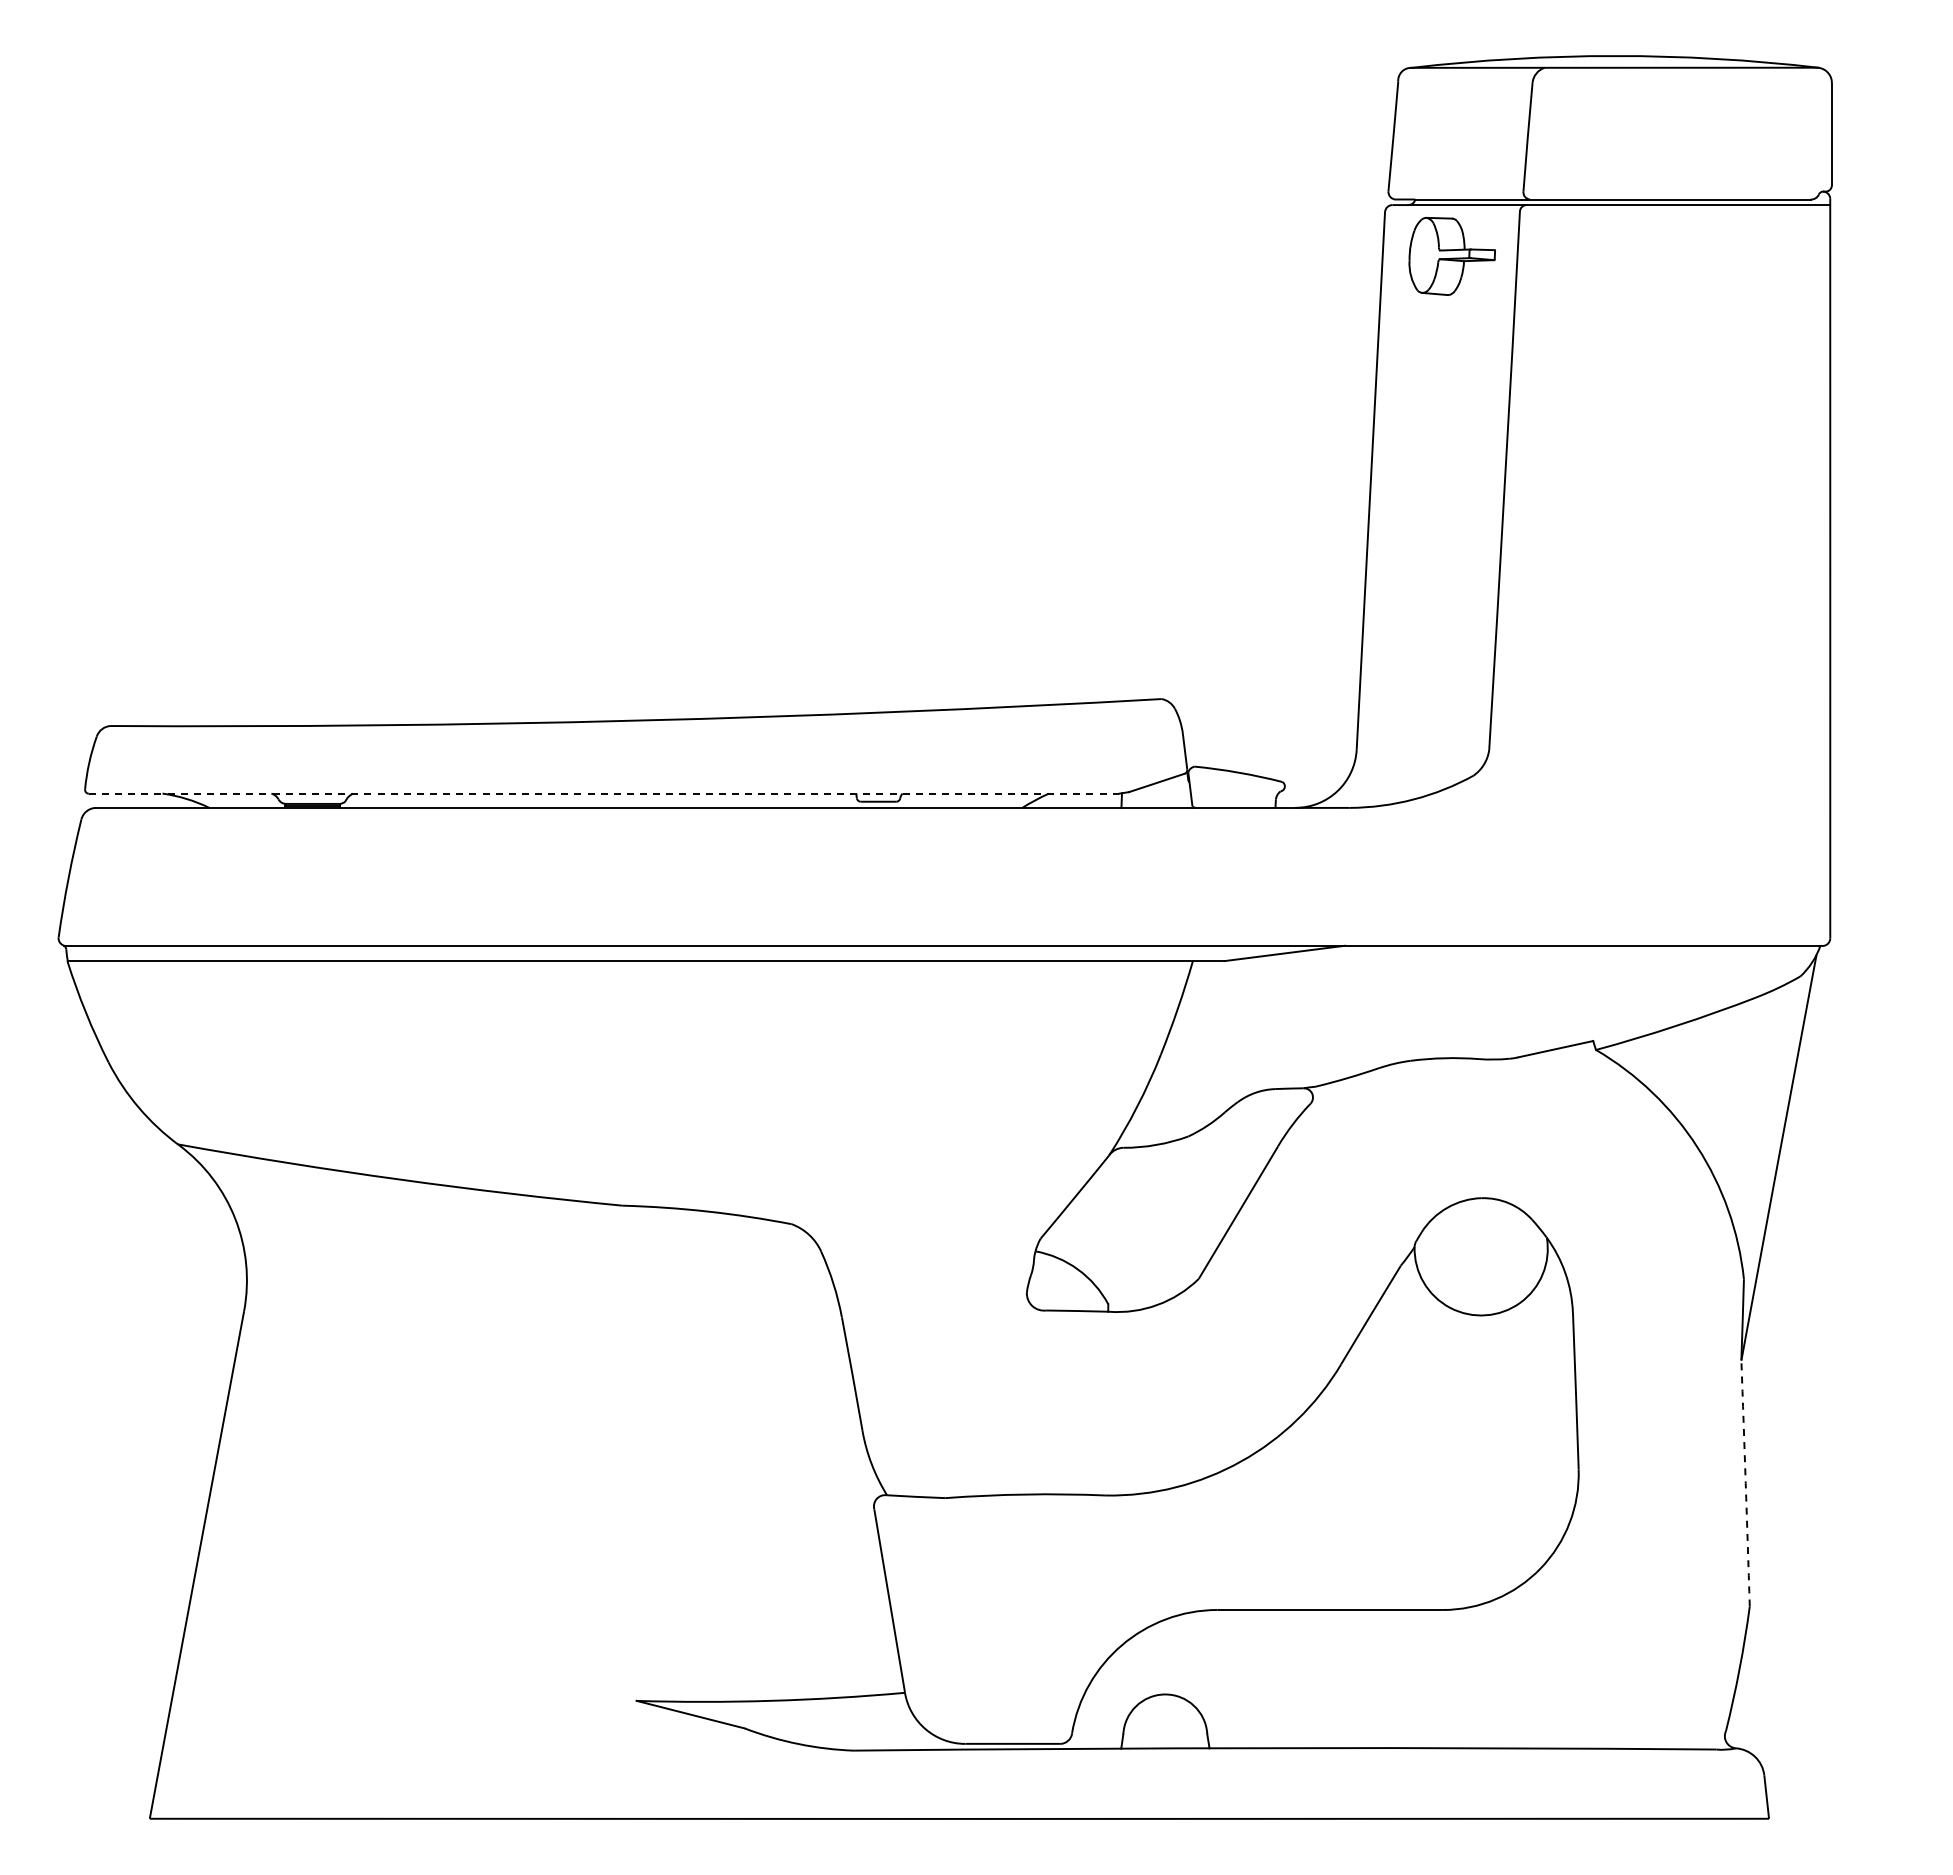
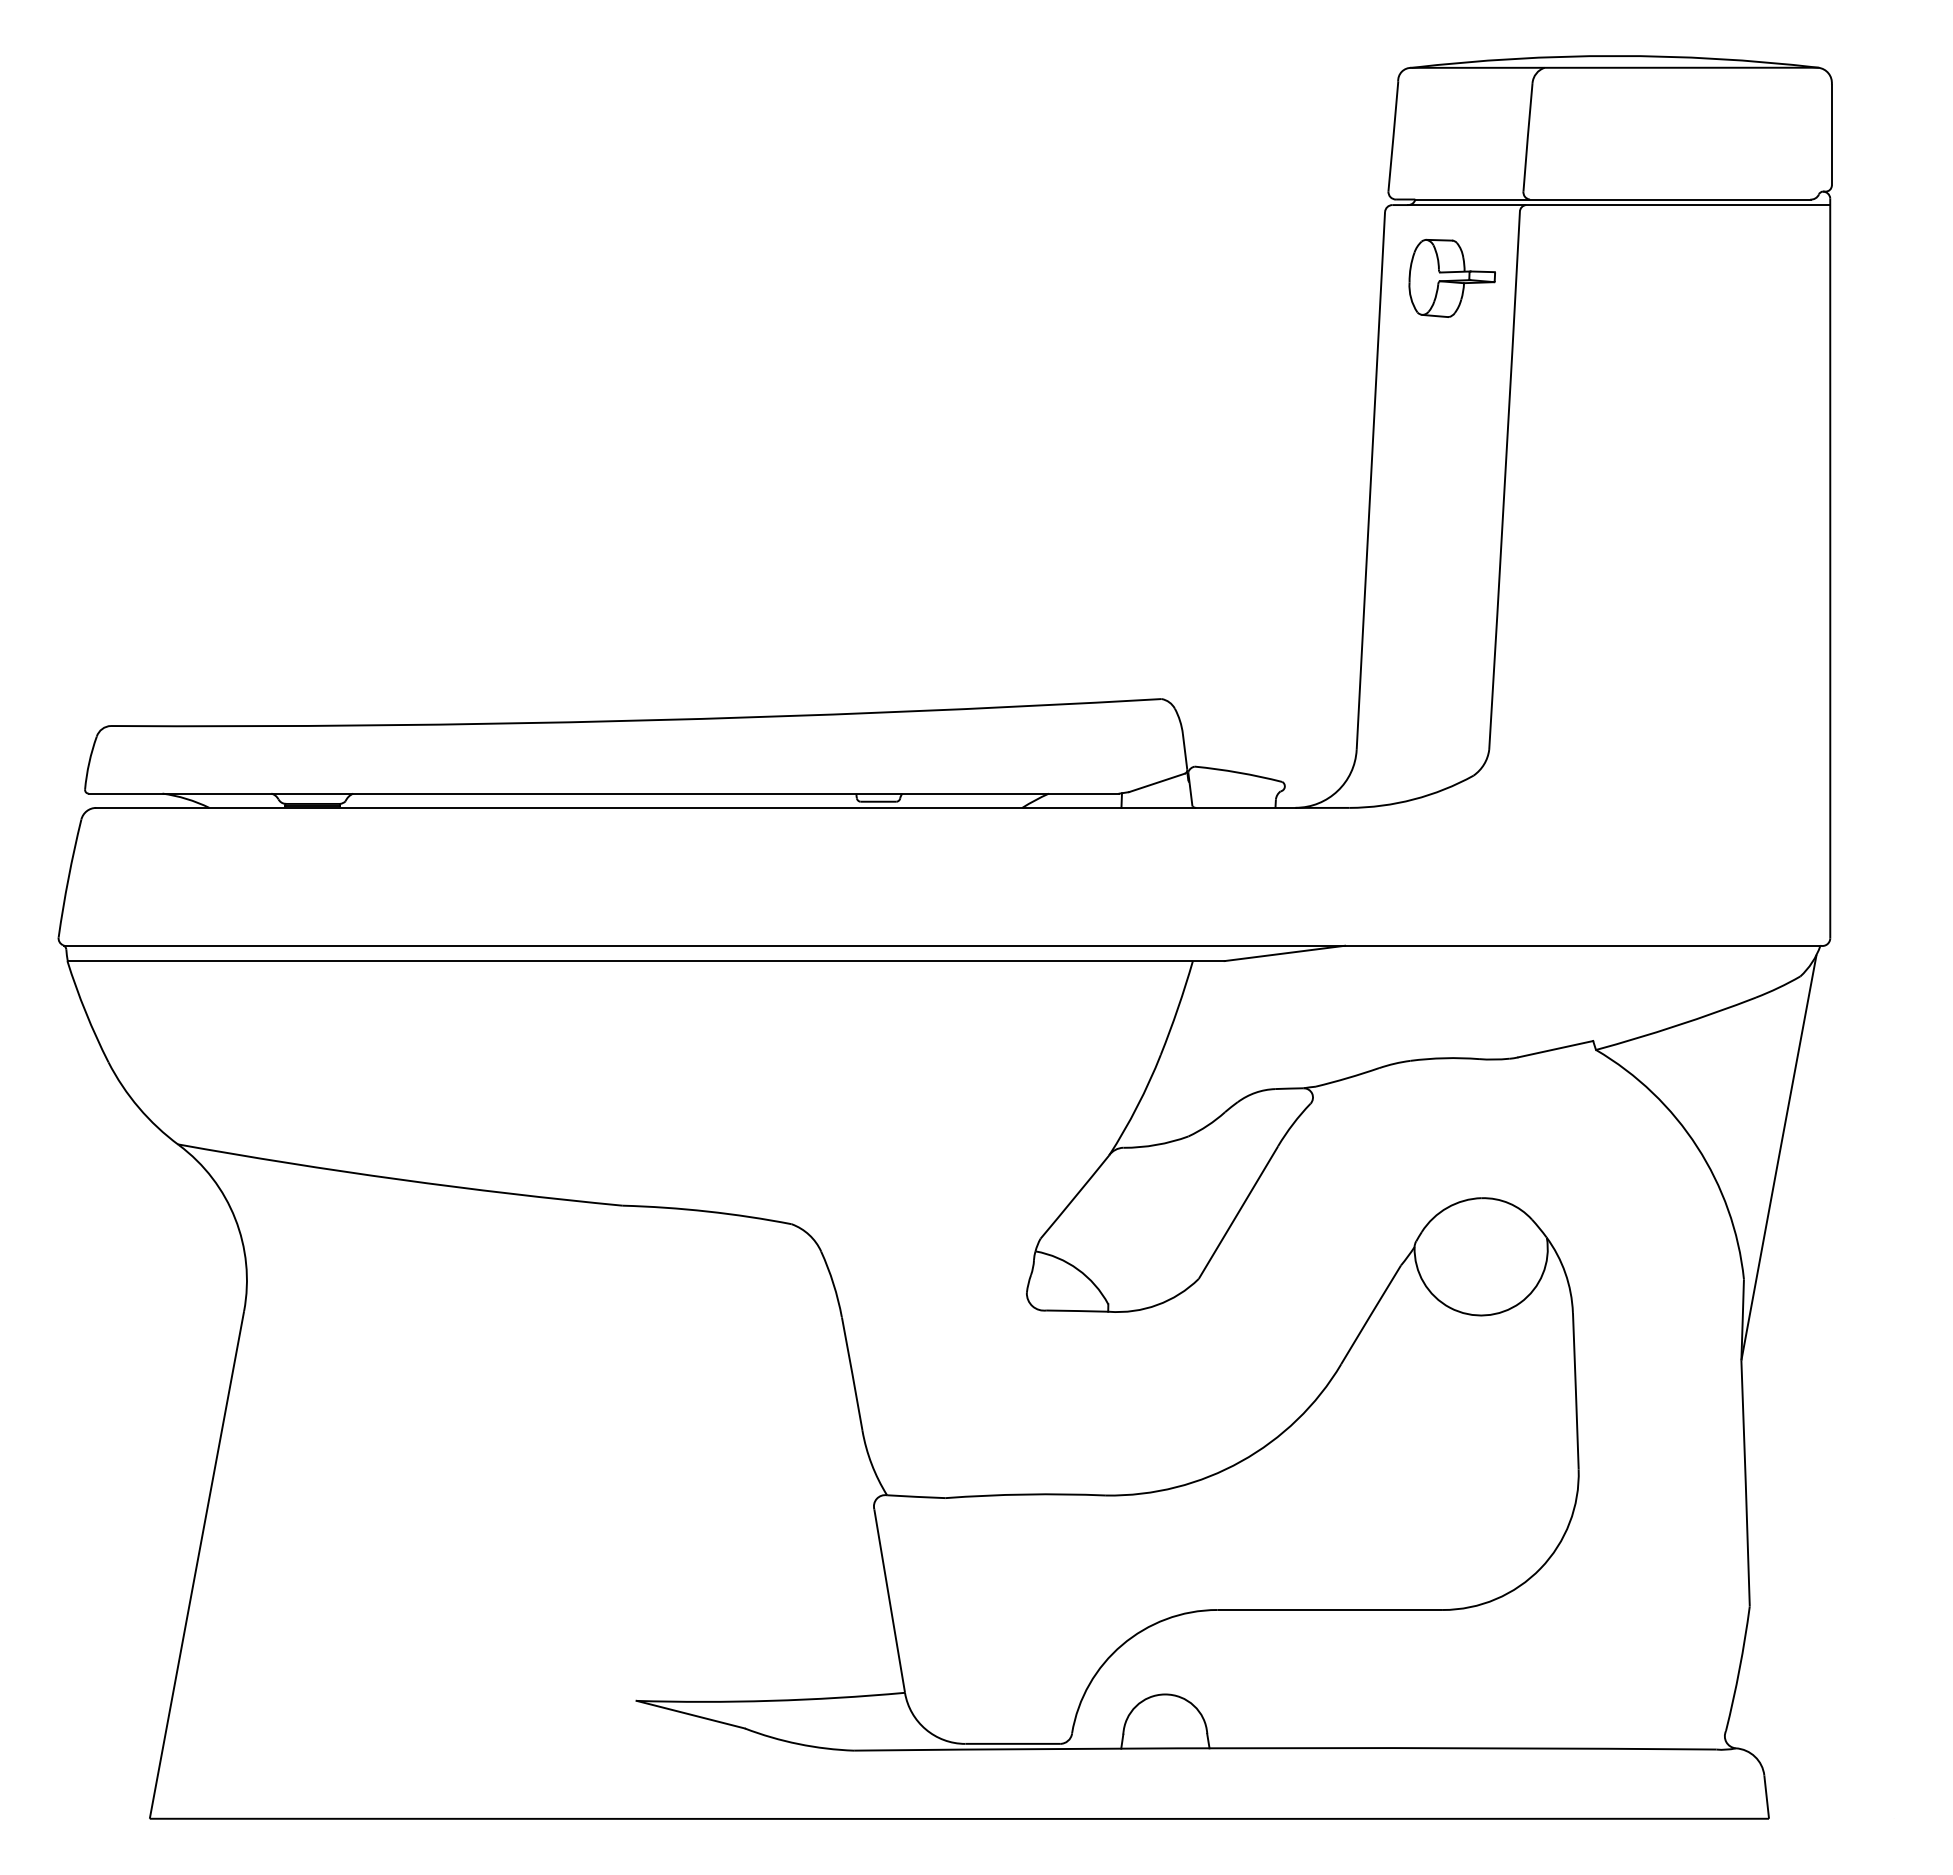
part at (1451, 255) position: (1451, 255) -> (1451, 277)
line at (604, 793): dashed -> solid
arc at (1745, 1483): dashed -> solid
